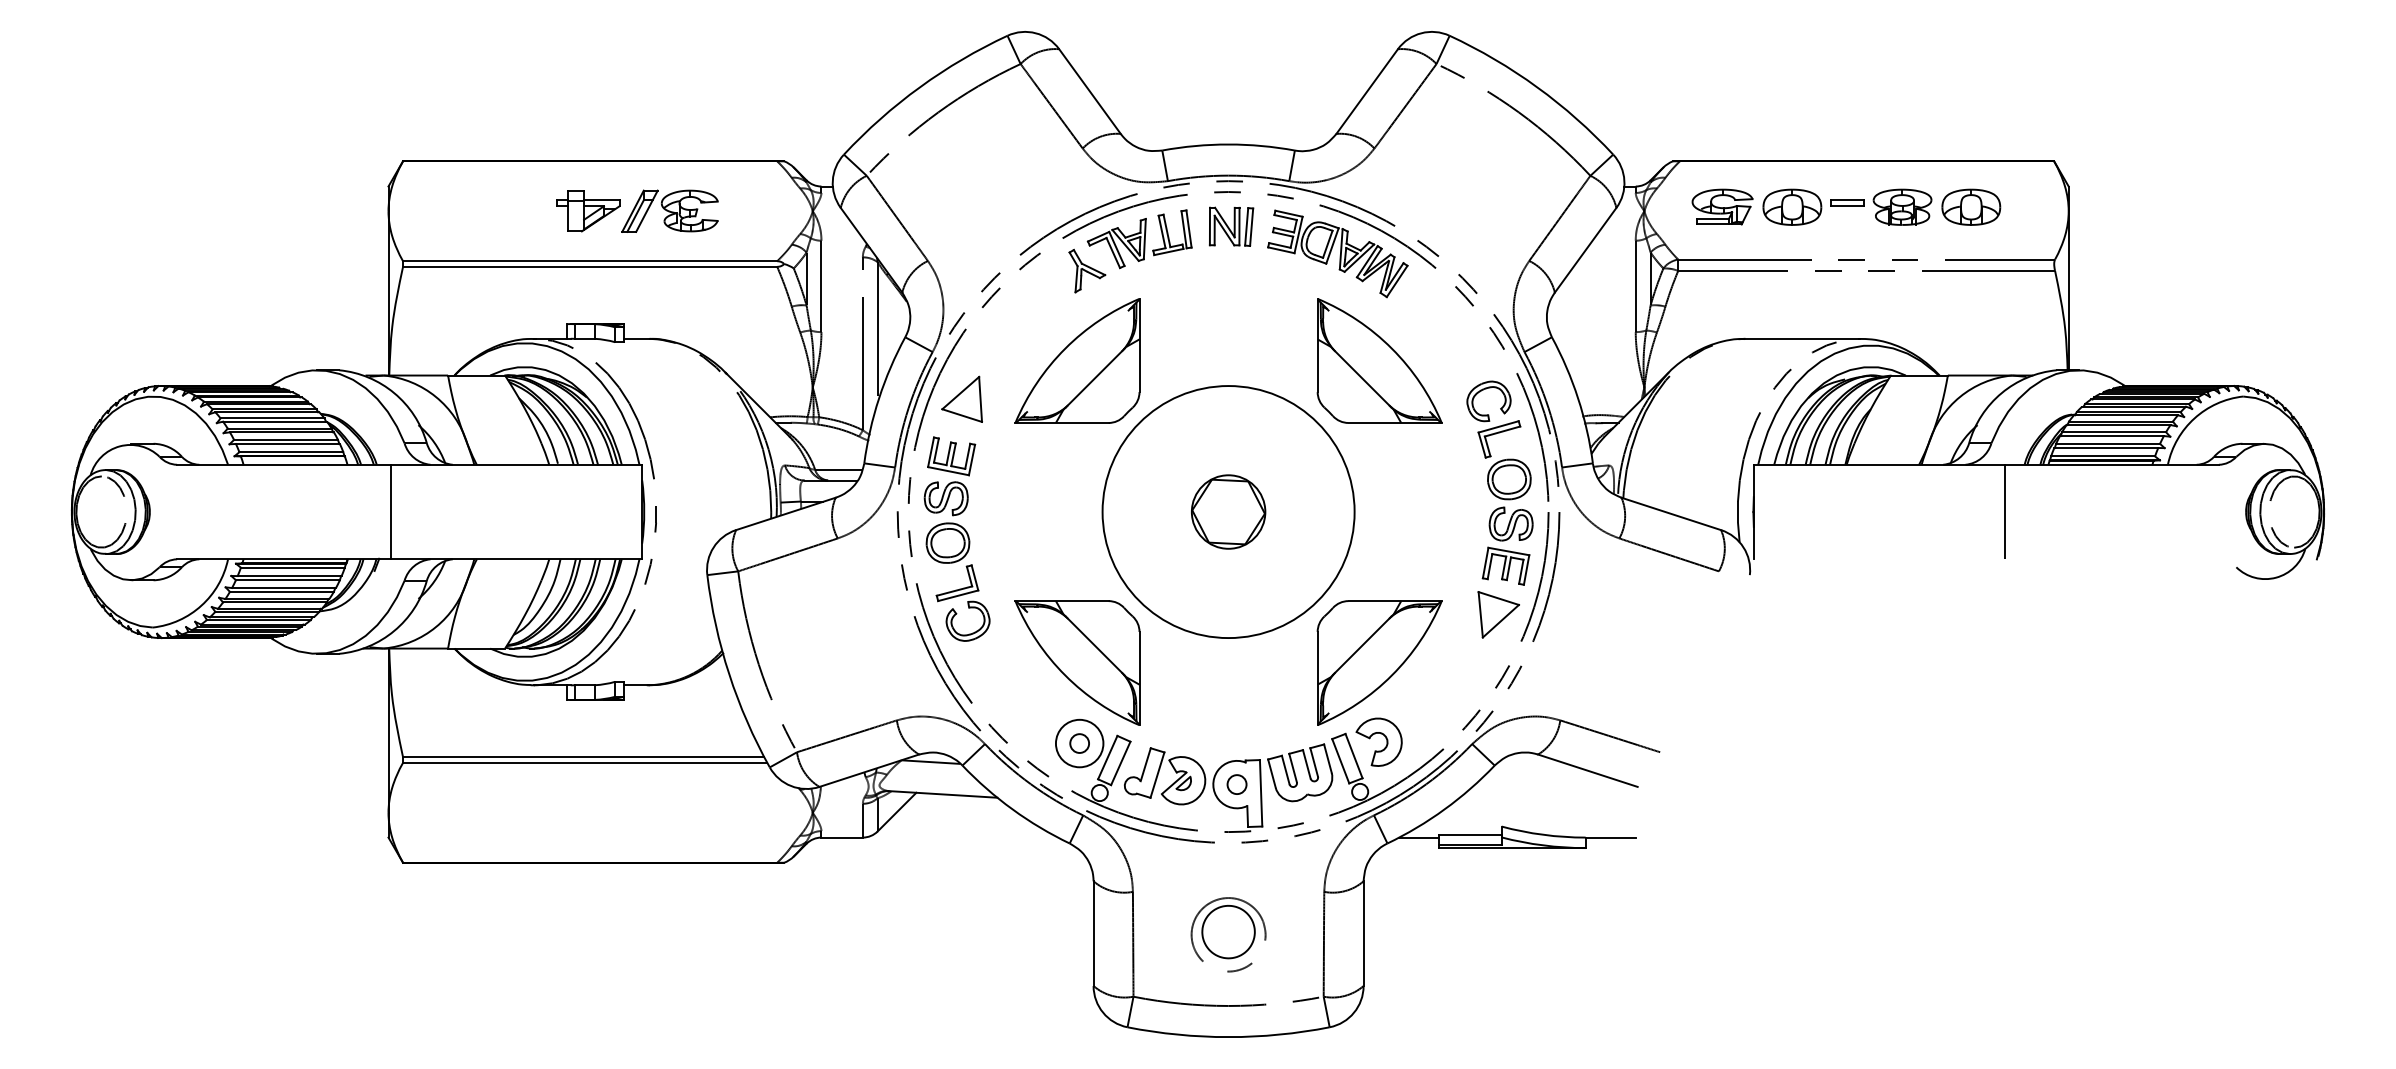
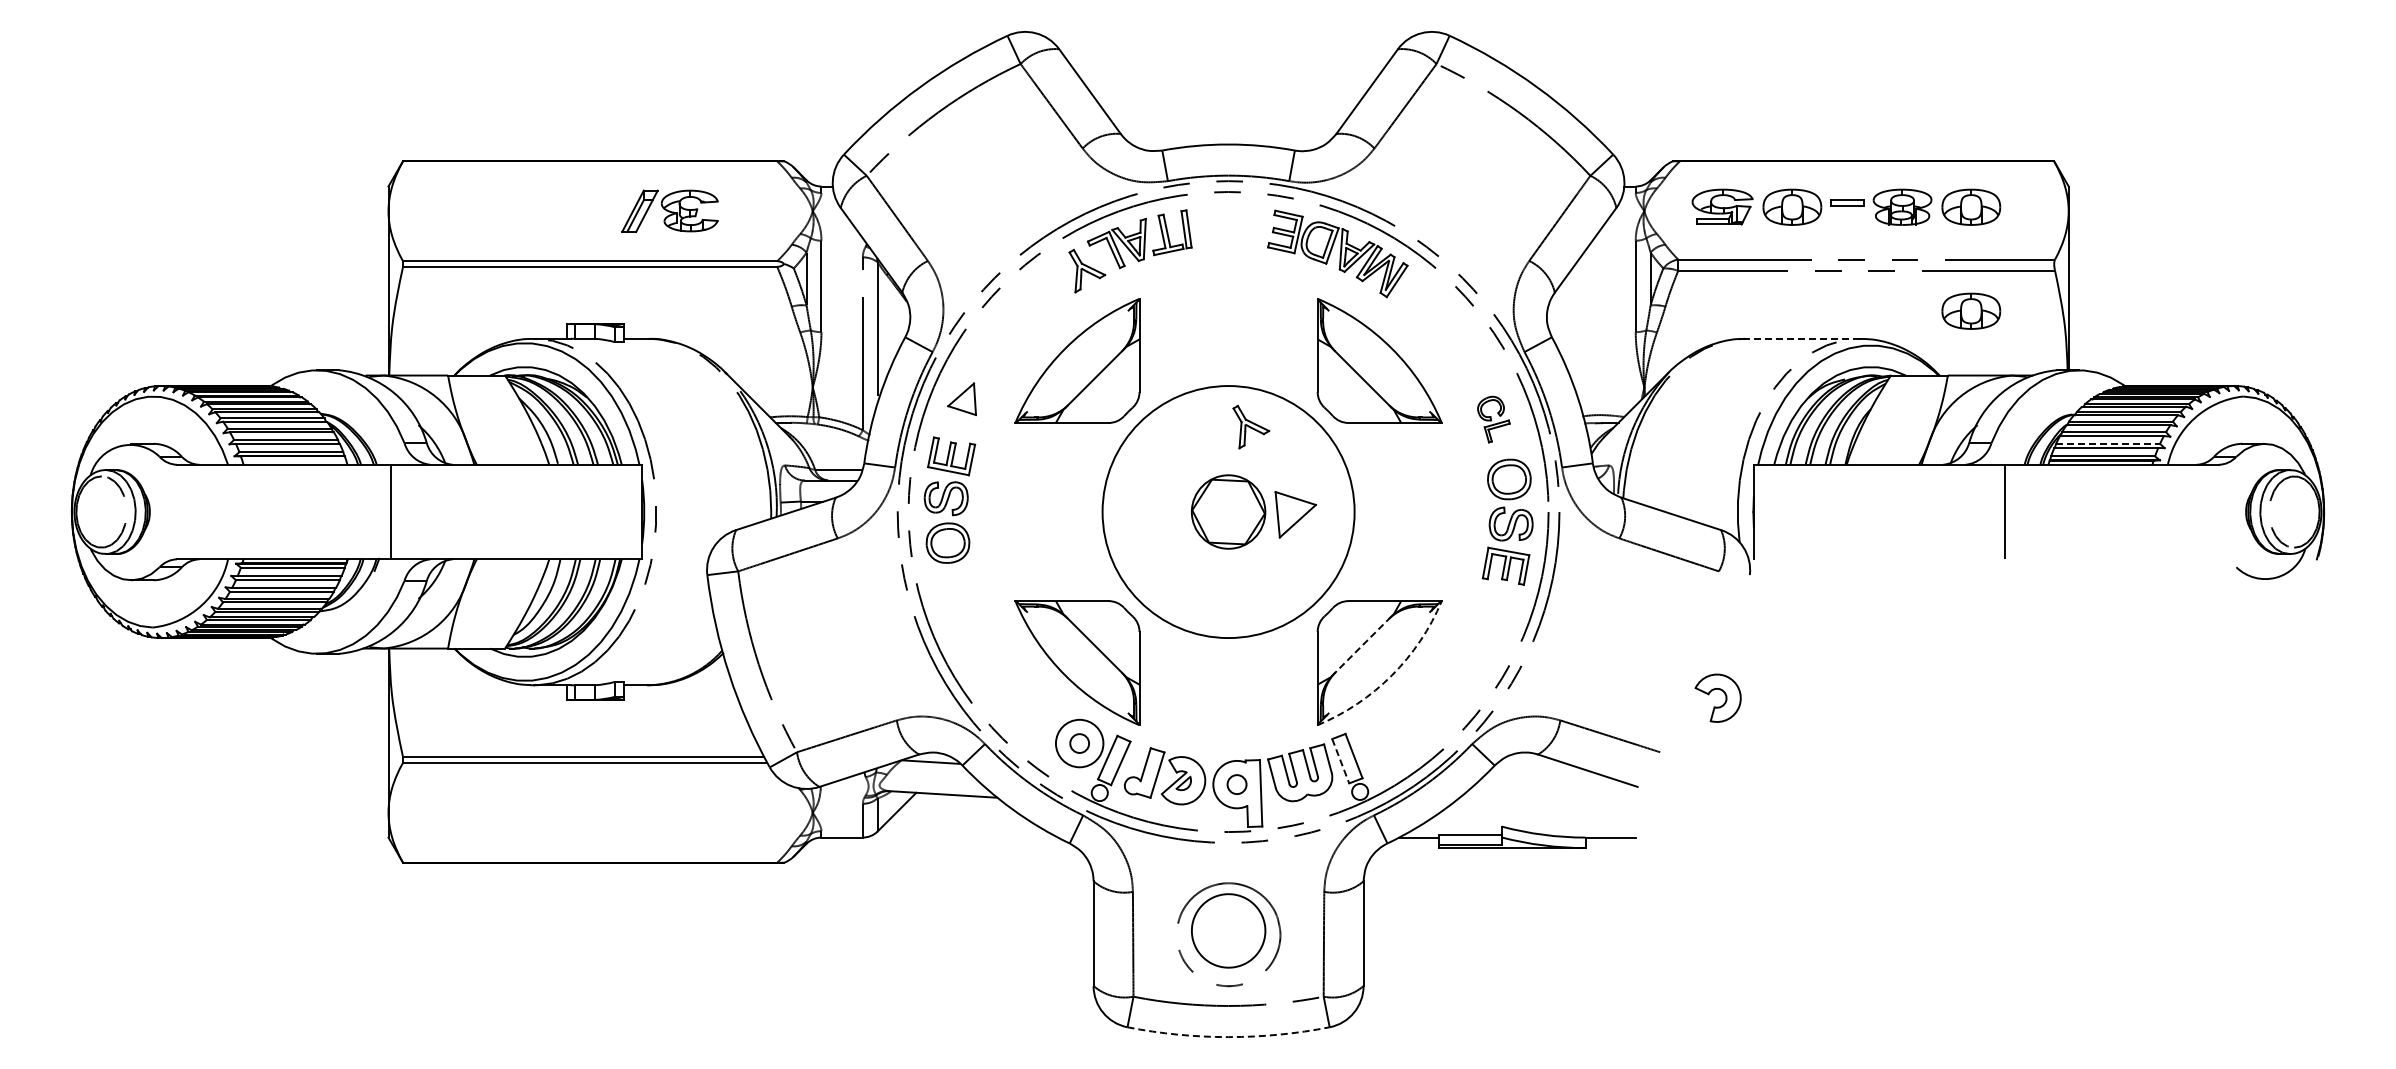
part at (588, 211): present -> none
part at (1231, 226): present -> none
part at (1971, 310): none -> present
line at (1802, 338): solid -> dashed
part at (961, 398) size: 42x48 px -> 30x35 px
part at (1493, 419) size: 56x79 px -> 34x49 px
part at (1251, 426): none -> present
line at (2108, 443): solid -> dashed
part at (962, 602): present -> none
part at (1498, 614) position: (1498, 614) -> (1295, 514)
line at (1362, 645): solid -> dashed
arc at (1391, 675): solid -> dashed
part at (1375, 734) position: (1375, 734) -> (1714, 690)
line at (1340, 761): solid -> dashed
part at (1228, 934) size: 77x76 px -> 105x106 px
arc at (1228, 1037): solid -> dashed
